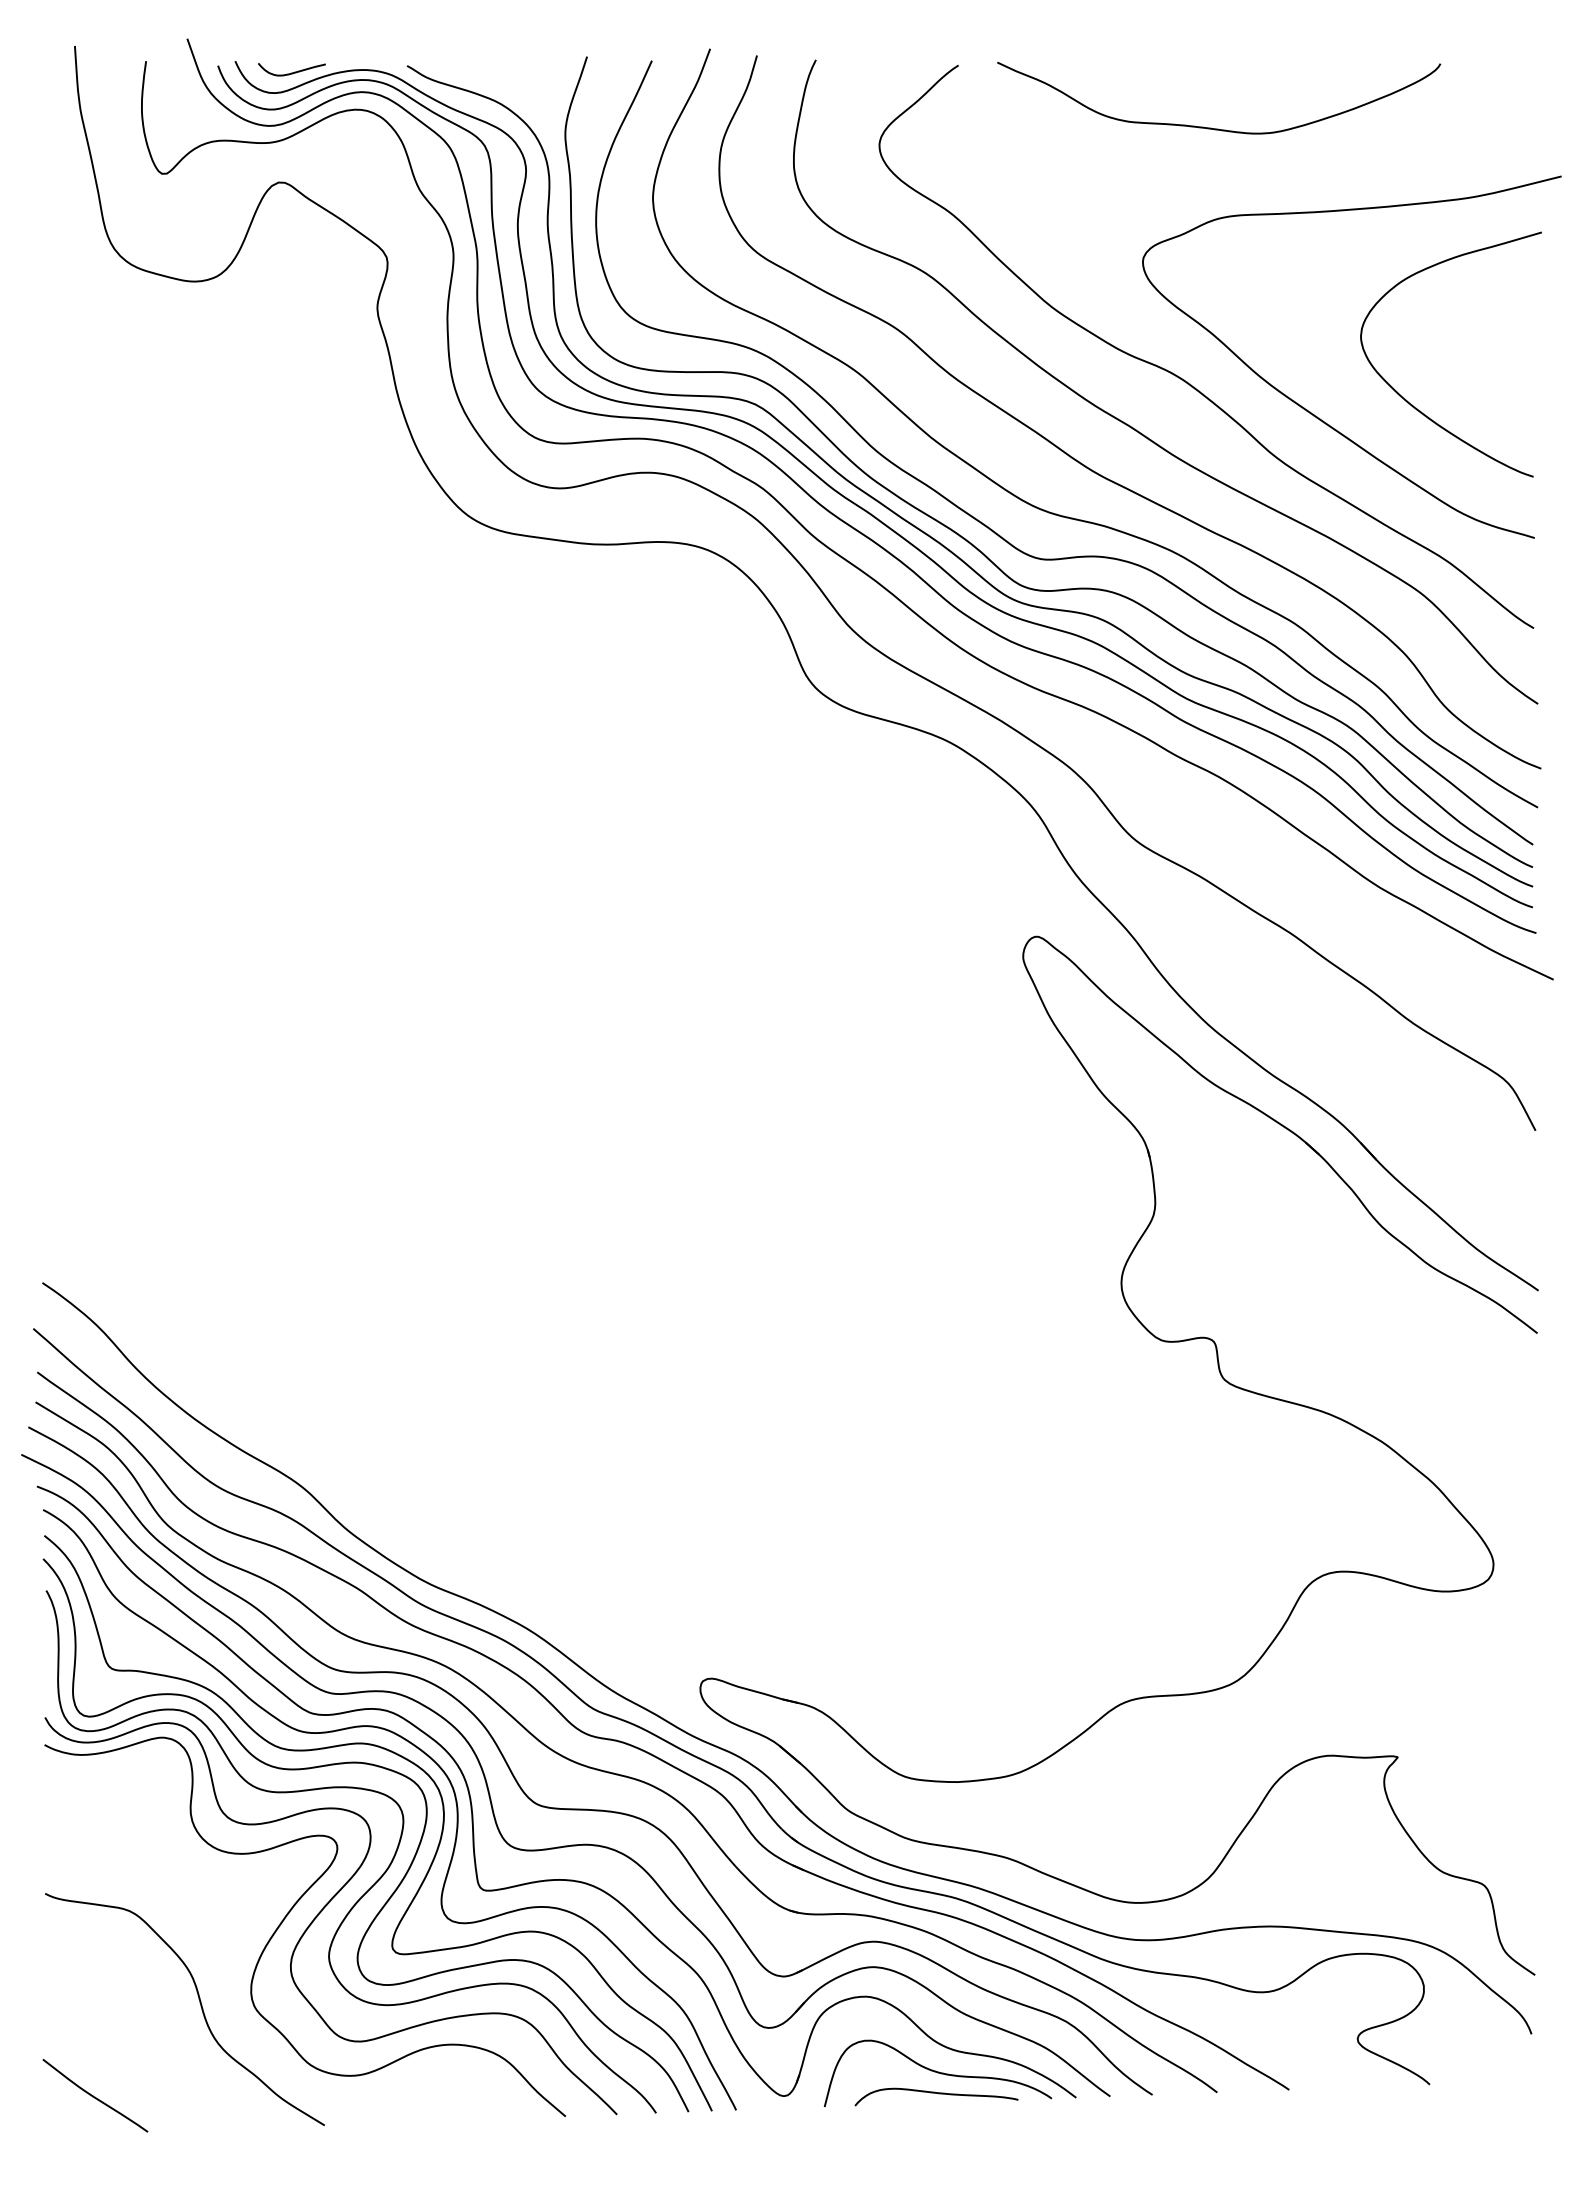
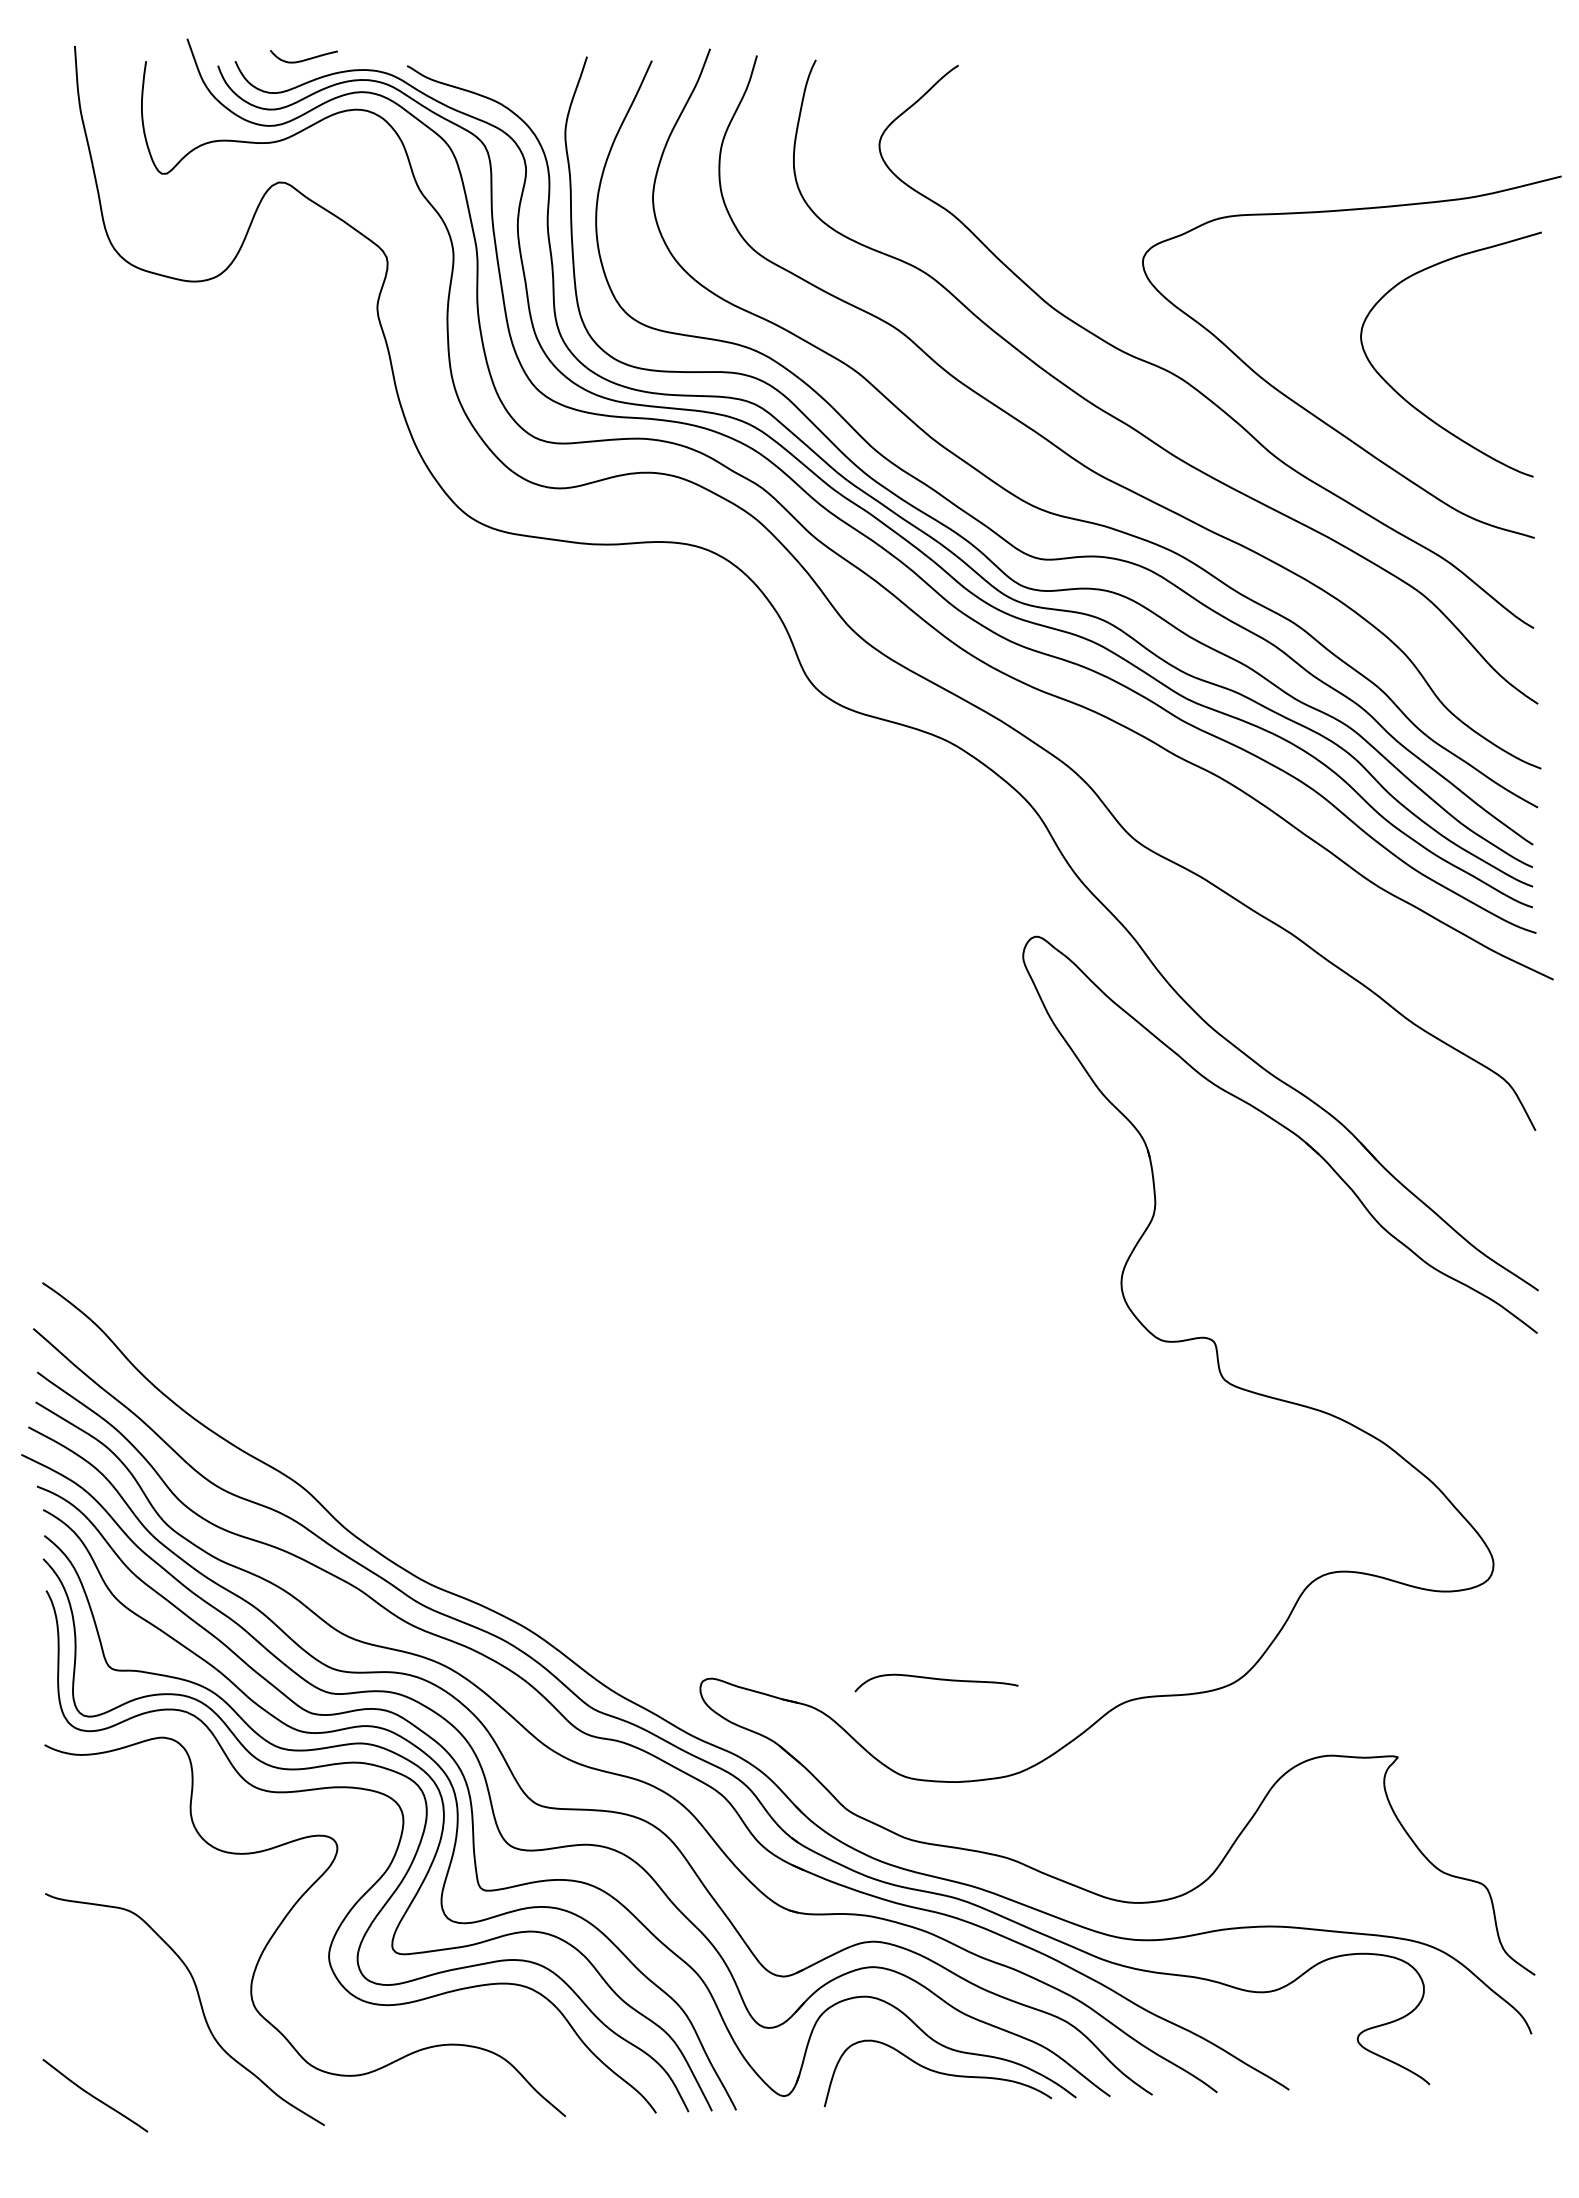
curve at (291, 72) position: (291, 72) -> (303, 59)
curve at (1218, 128): present -> none
curve at (322, 1911): present -> none
curve at (938, 2094) position: (938, 2094) -> (938, 1680)
